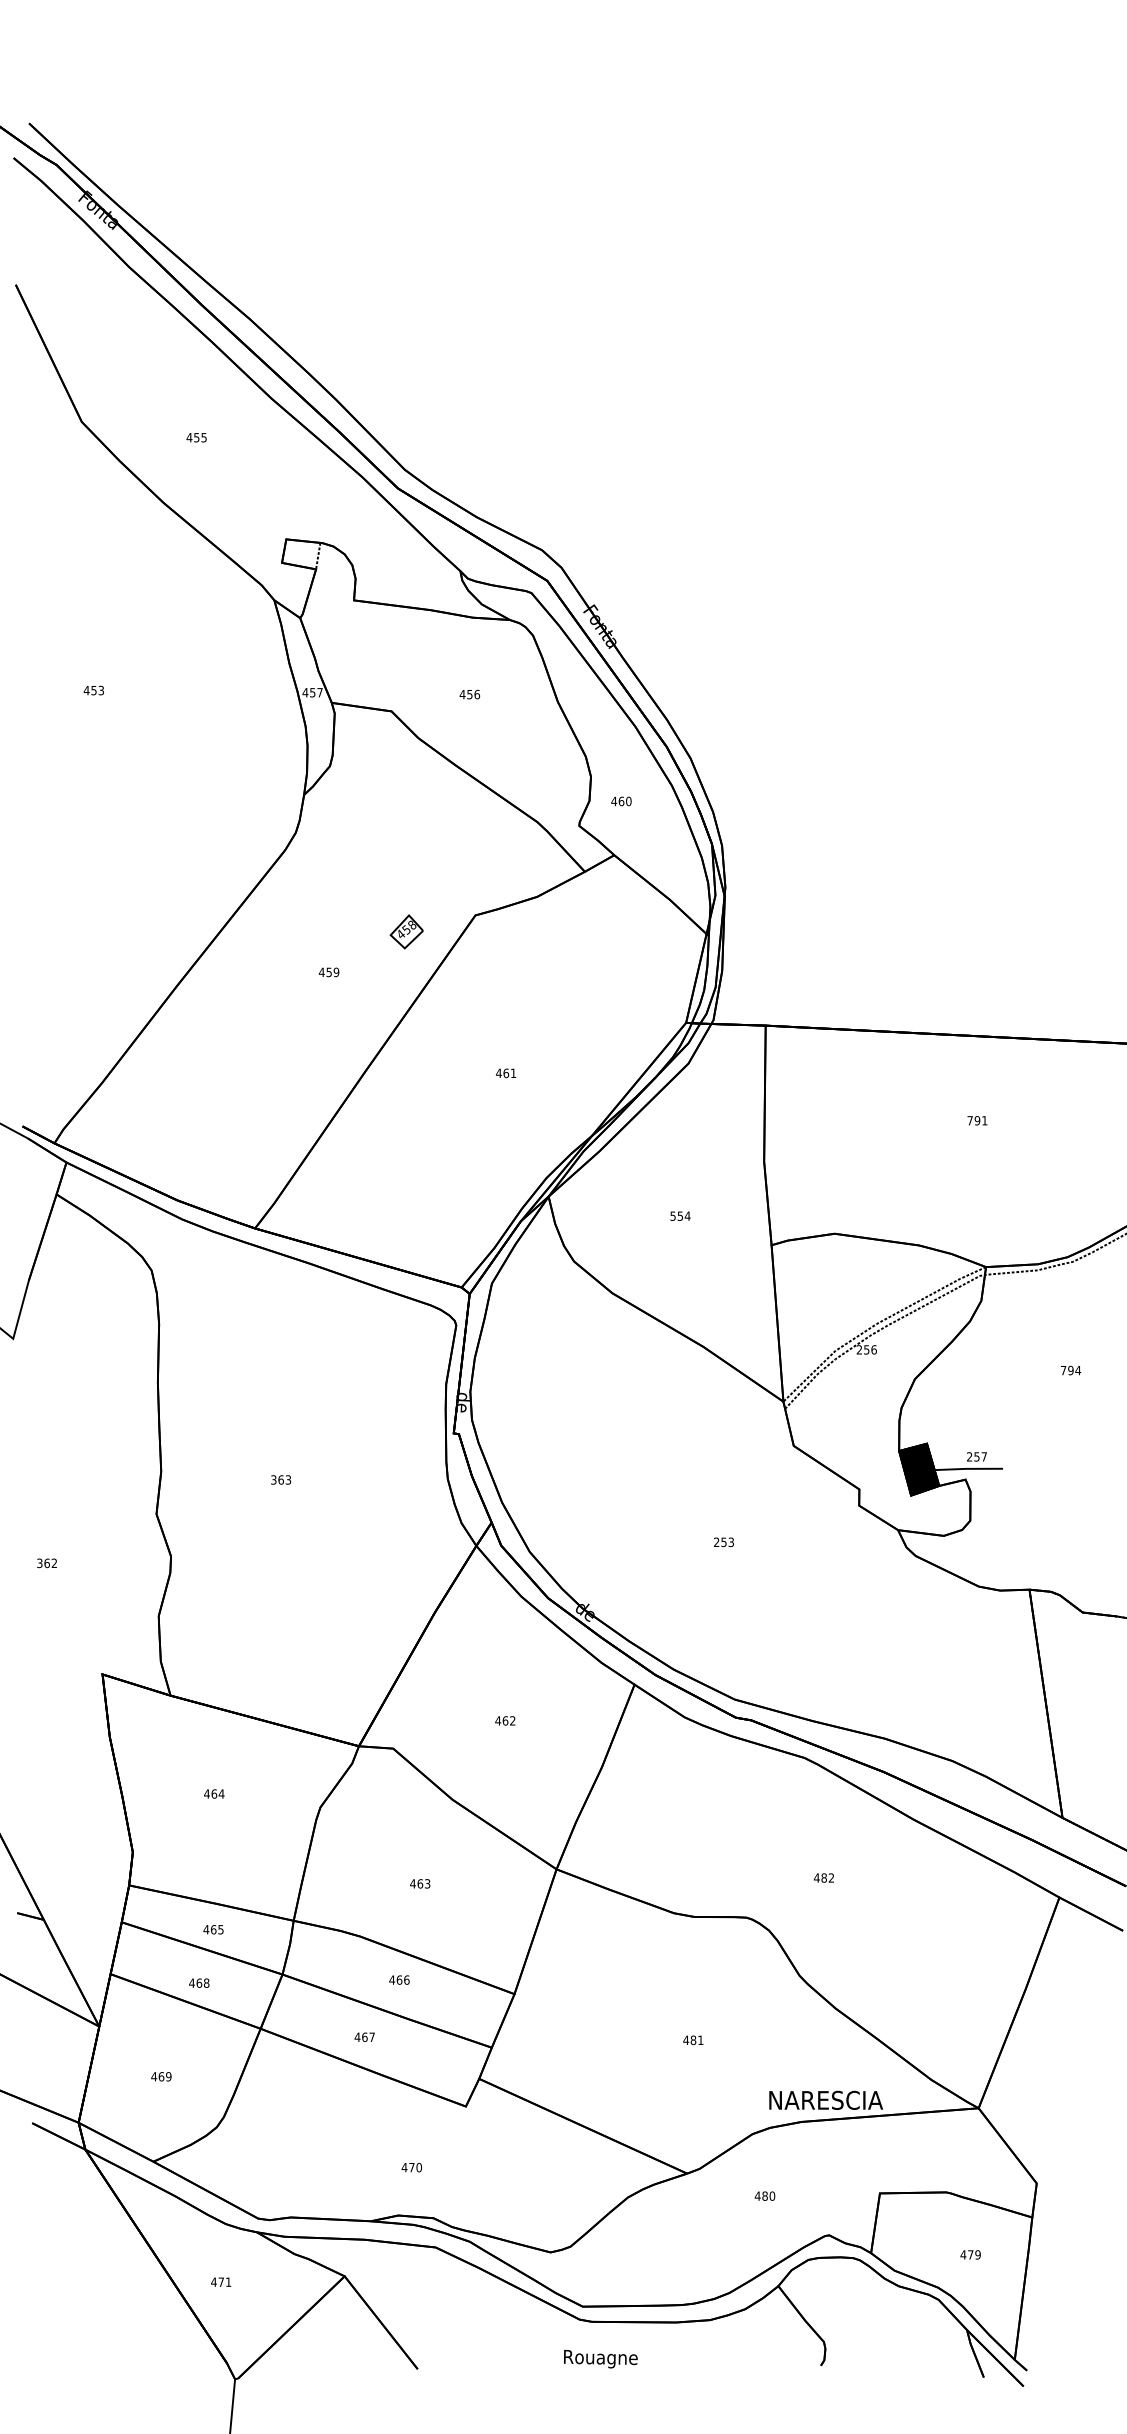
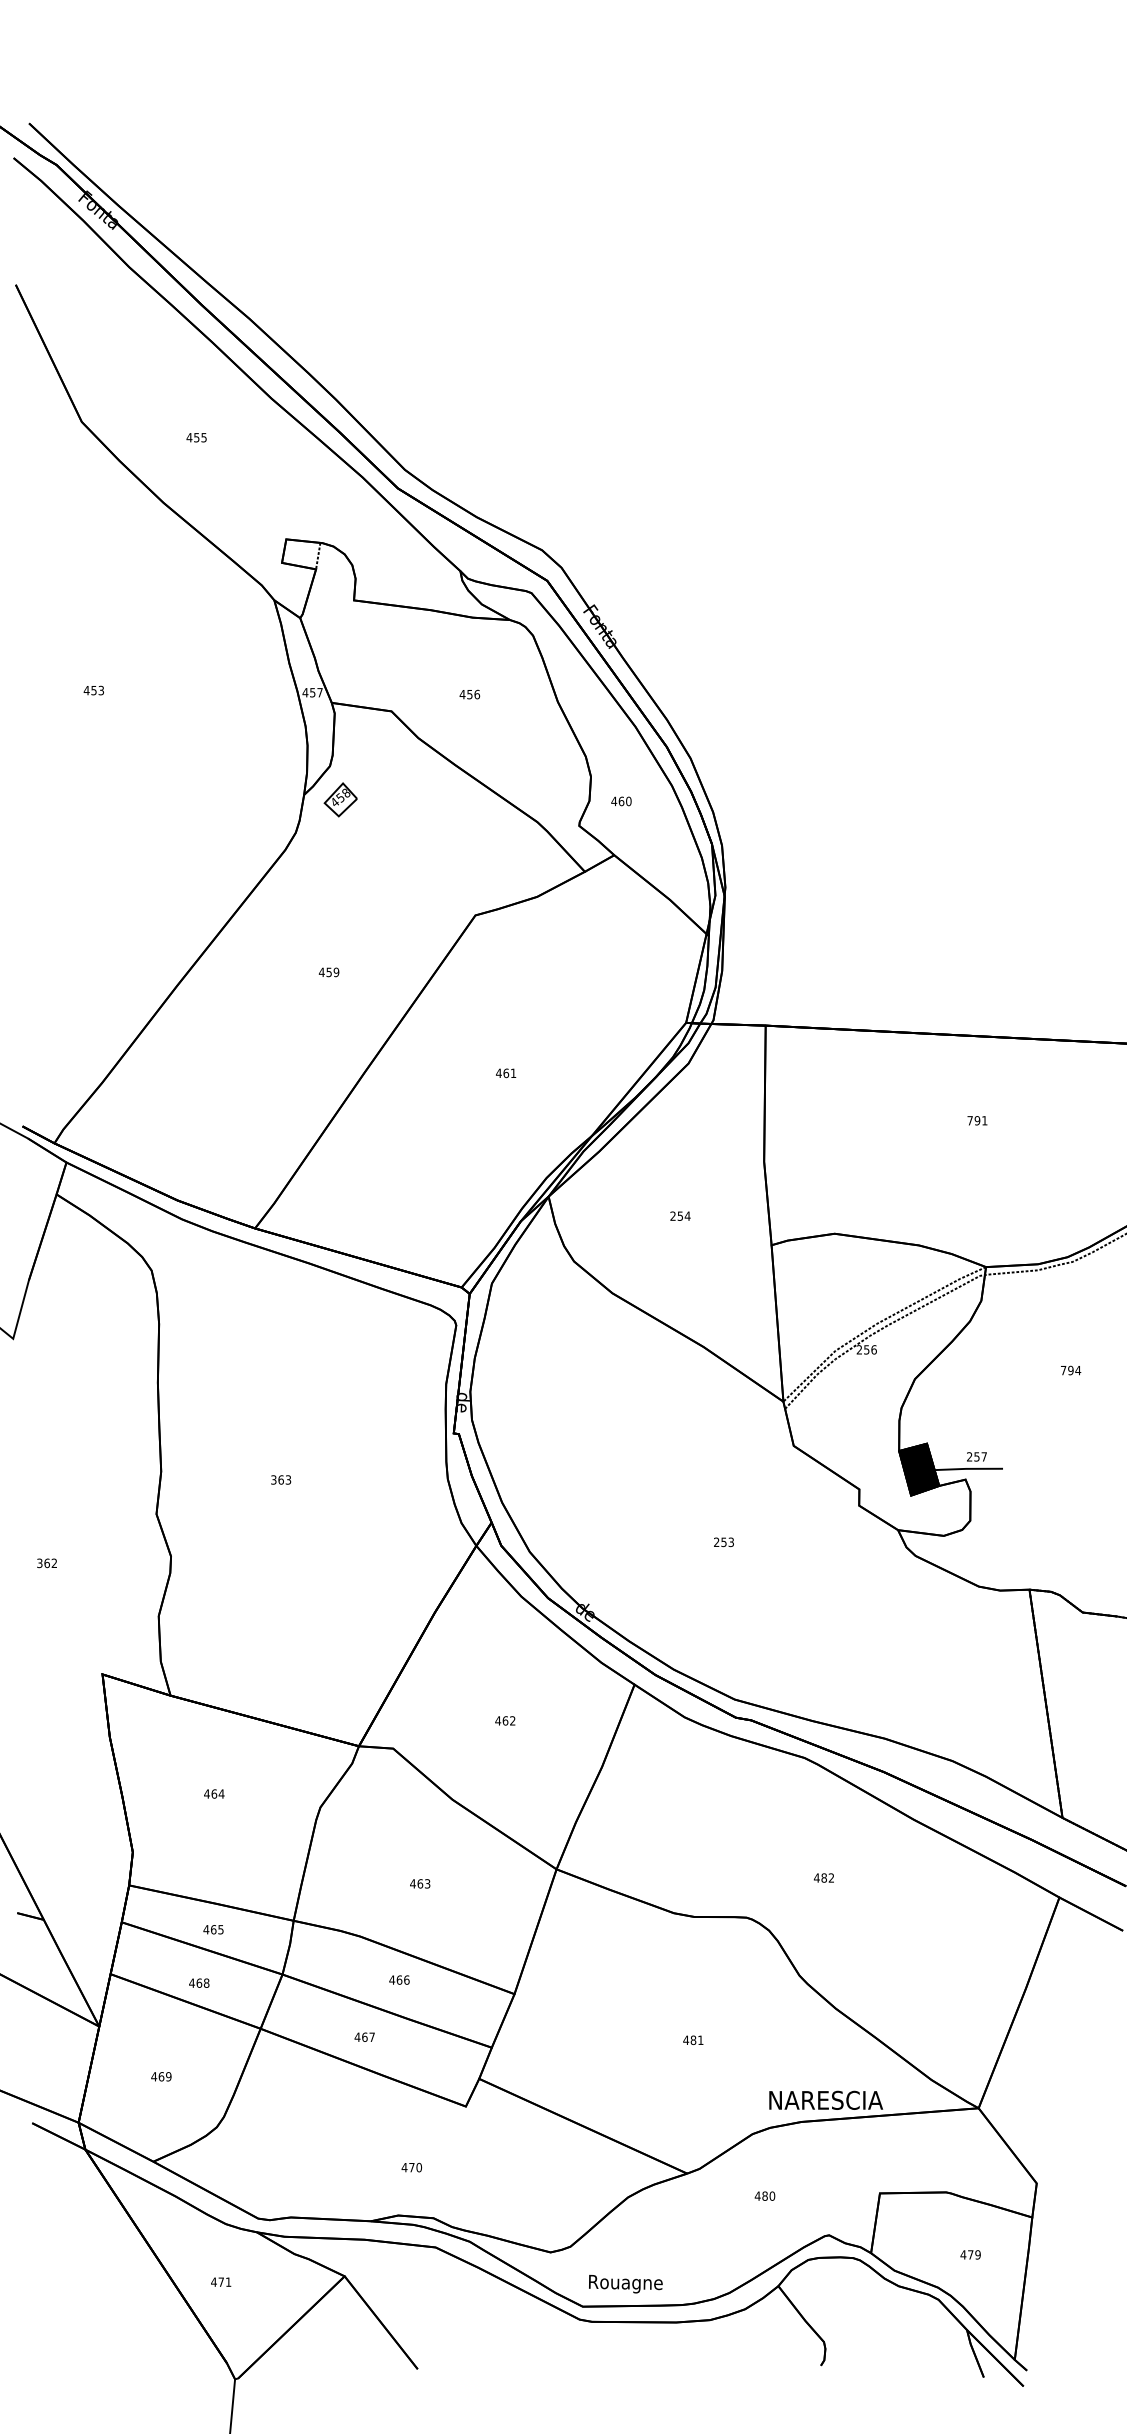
part at (406, 931) position: (406, 931) -> (340, 799)
text at (672, 1215): 554 -> 254
text at (600, 2359) position: (600, 2359) -> (625, 2284)
